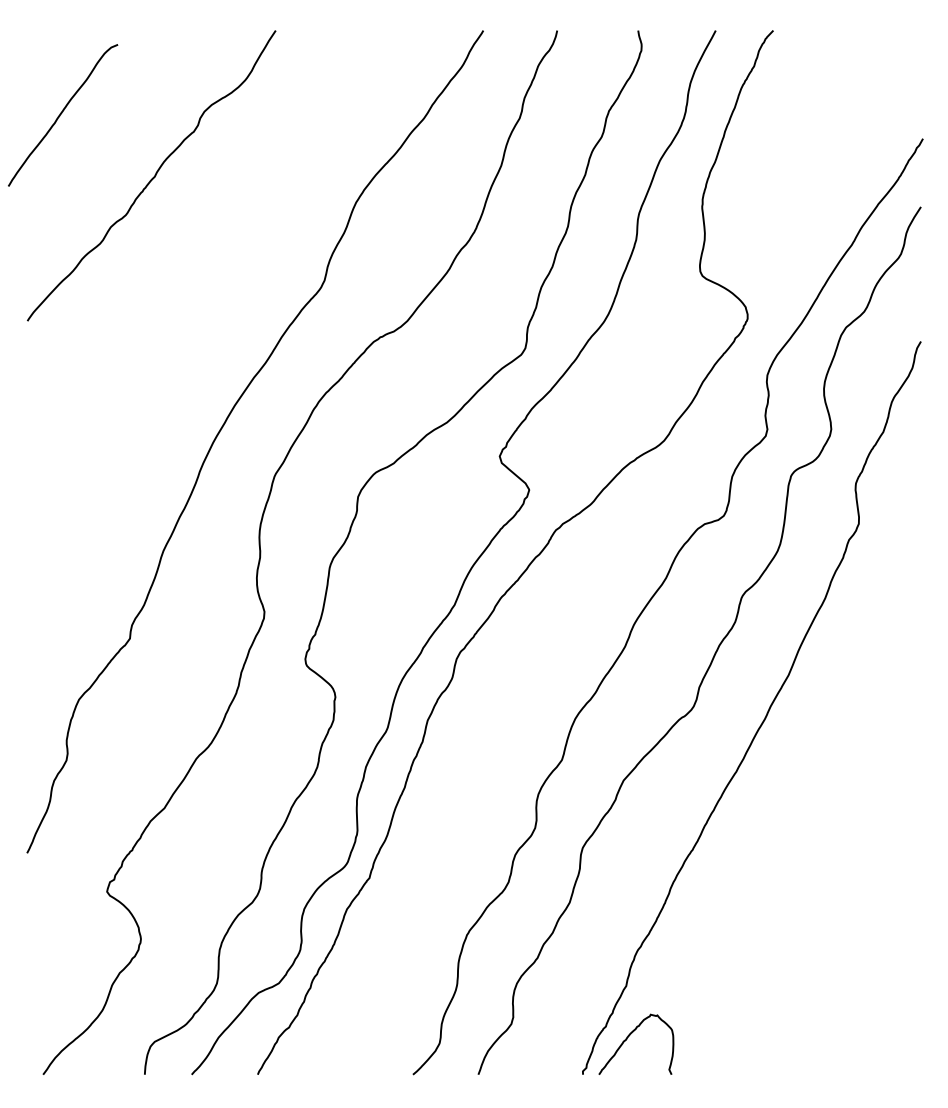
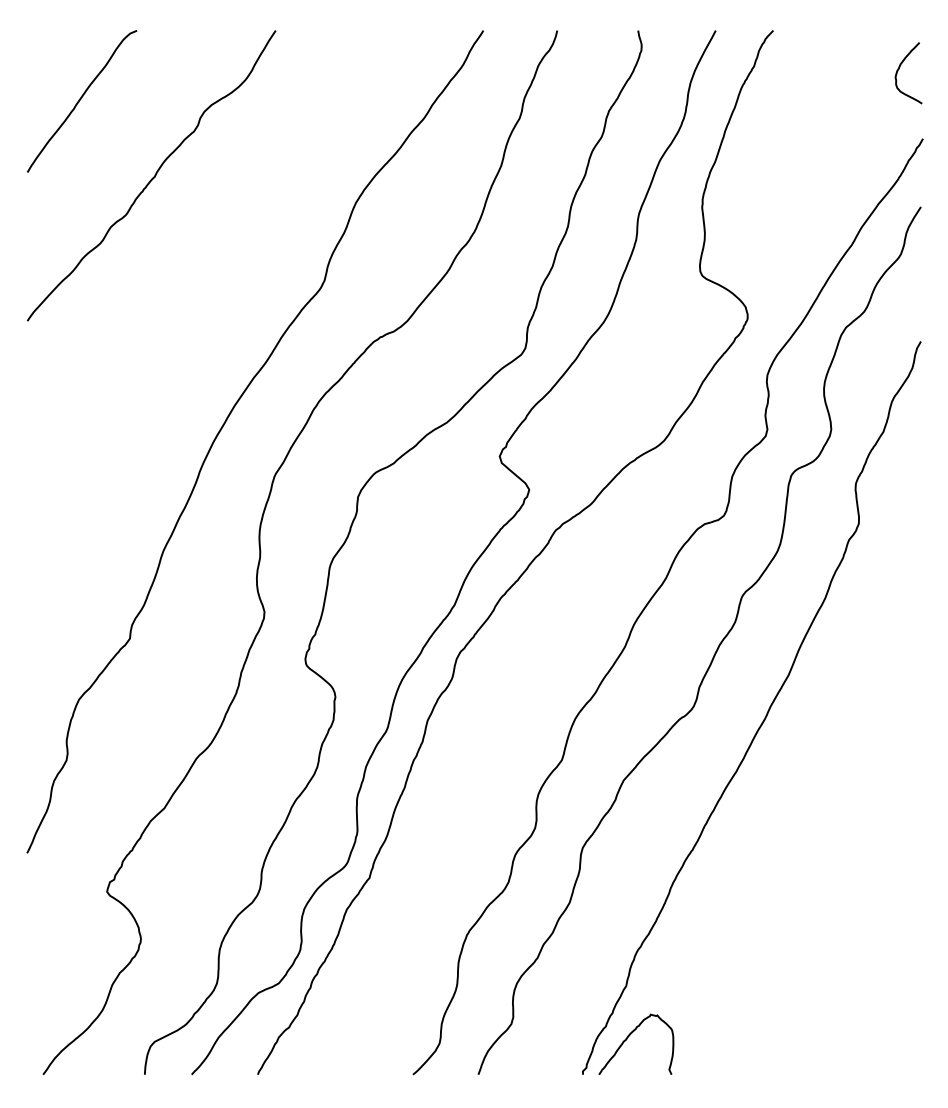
curve at (899, 69): none -> present
curve at (62, 113) position: (62, 113) -> (81, 99)
